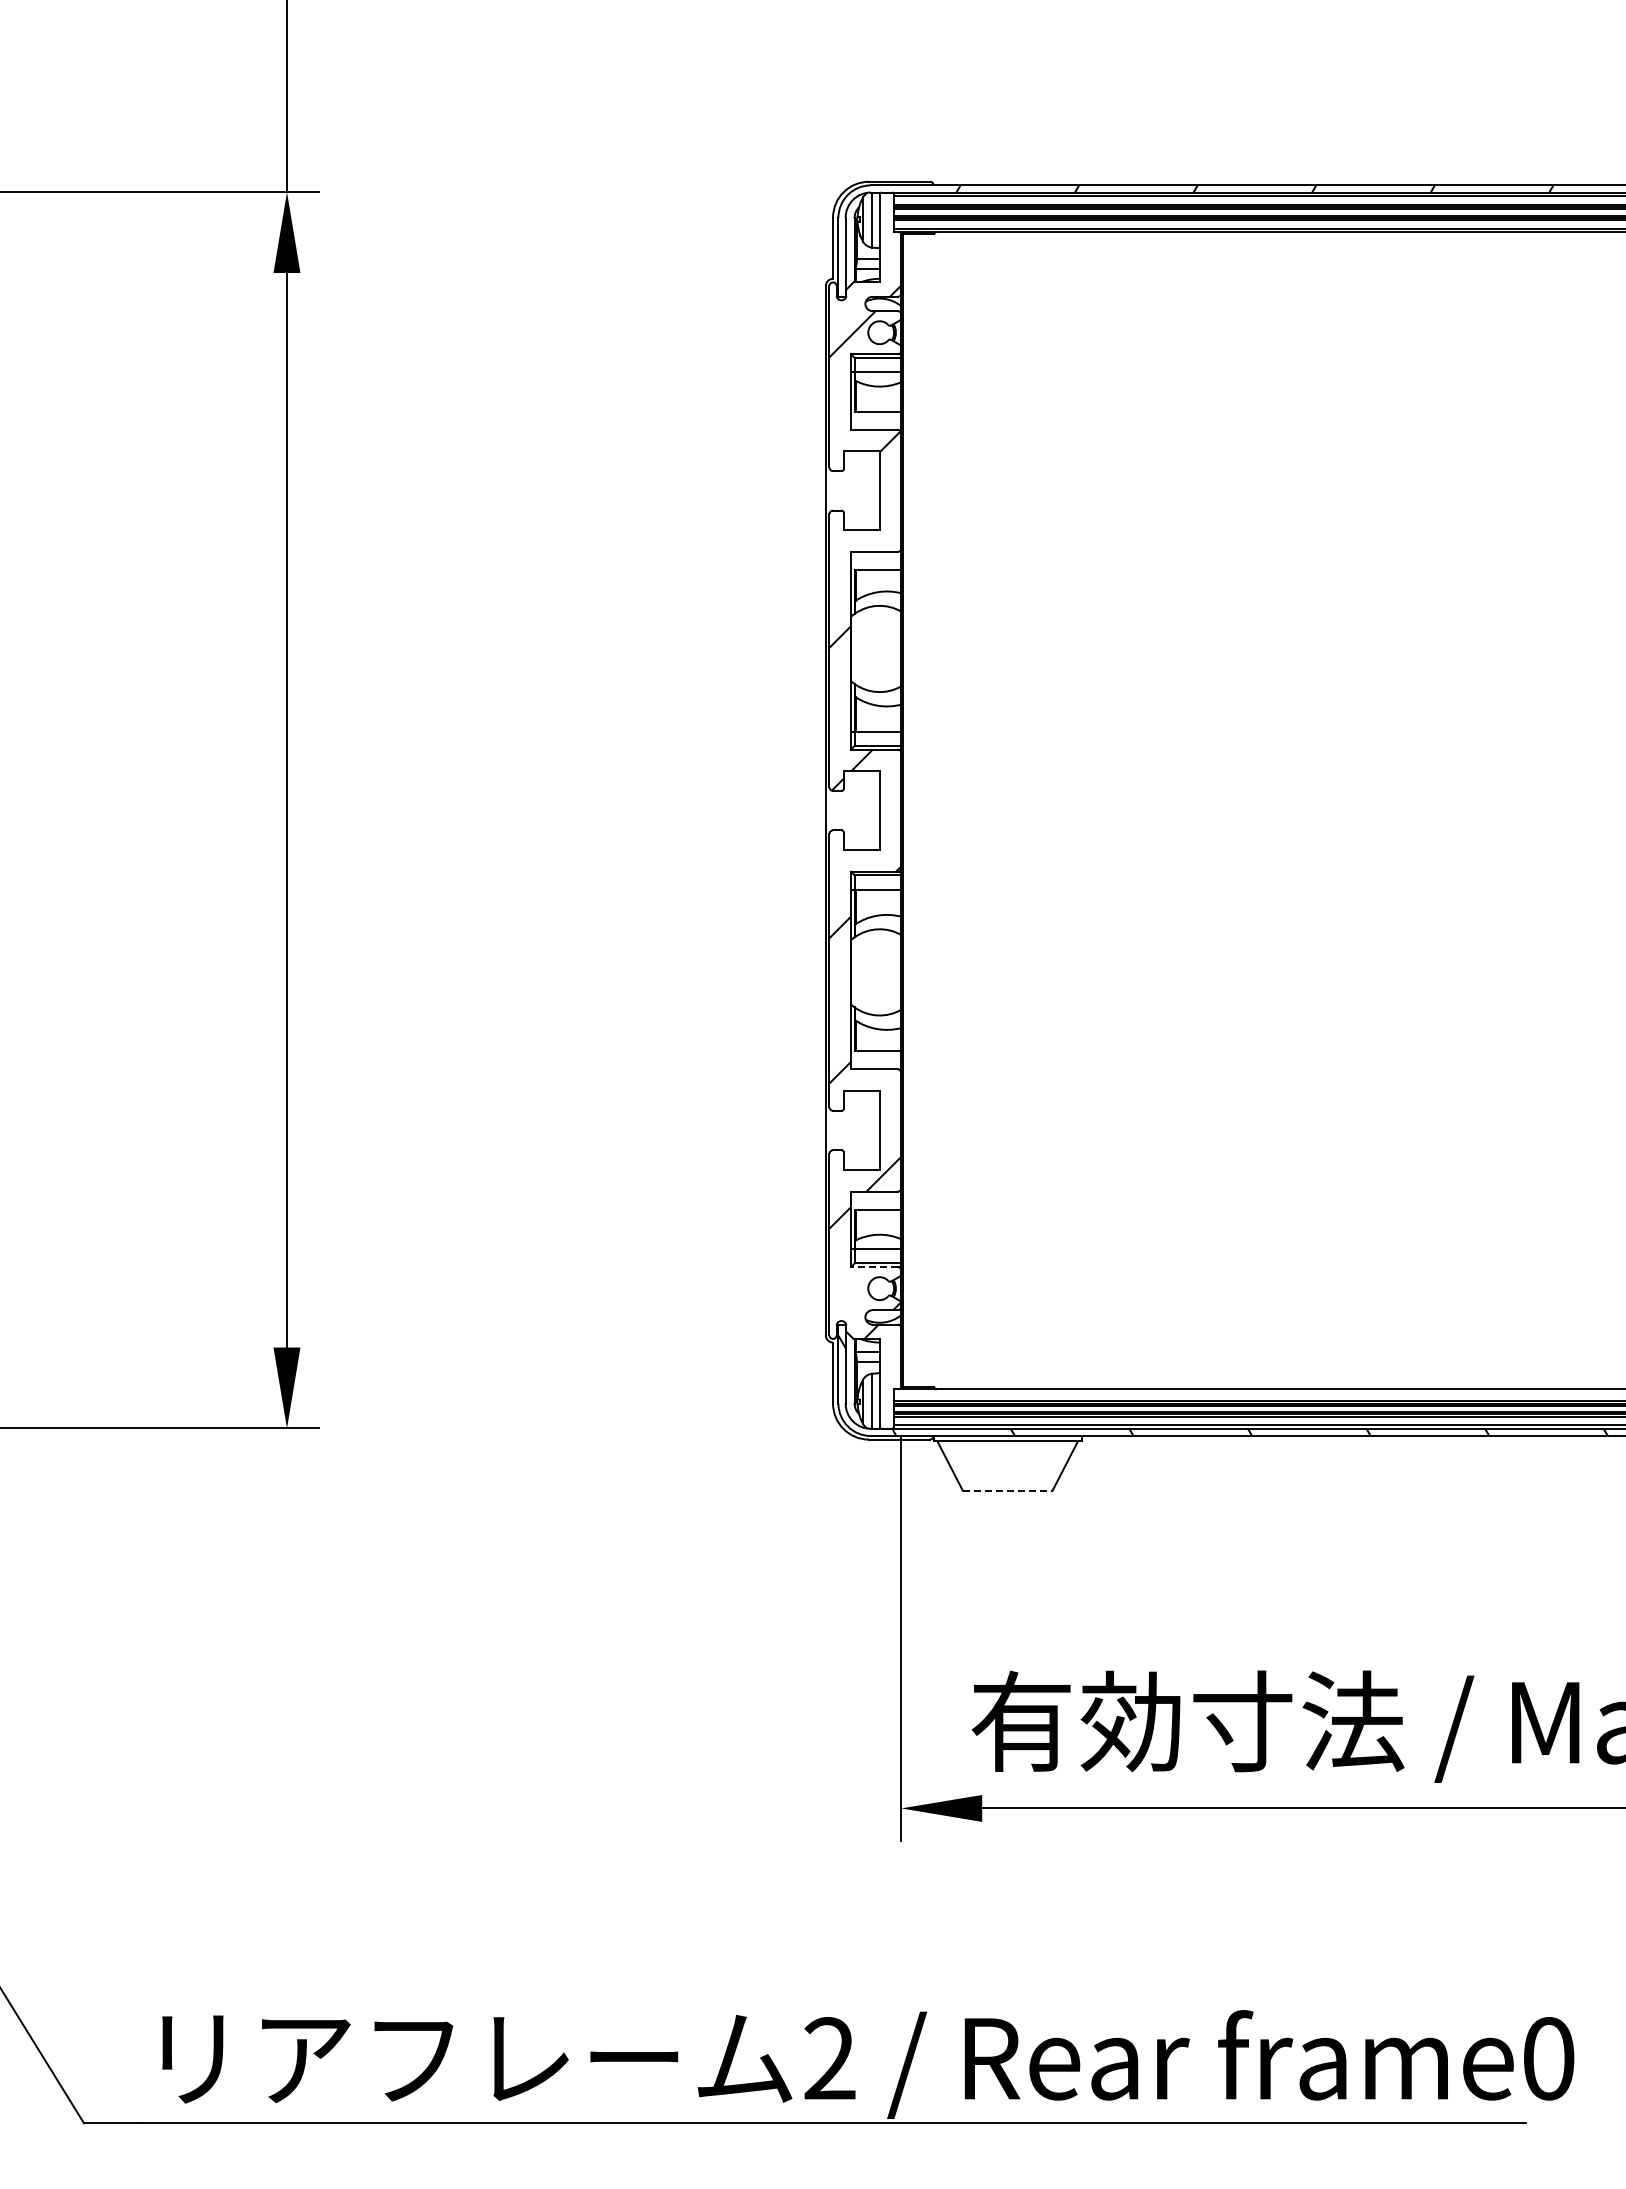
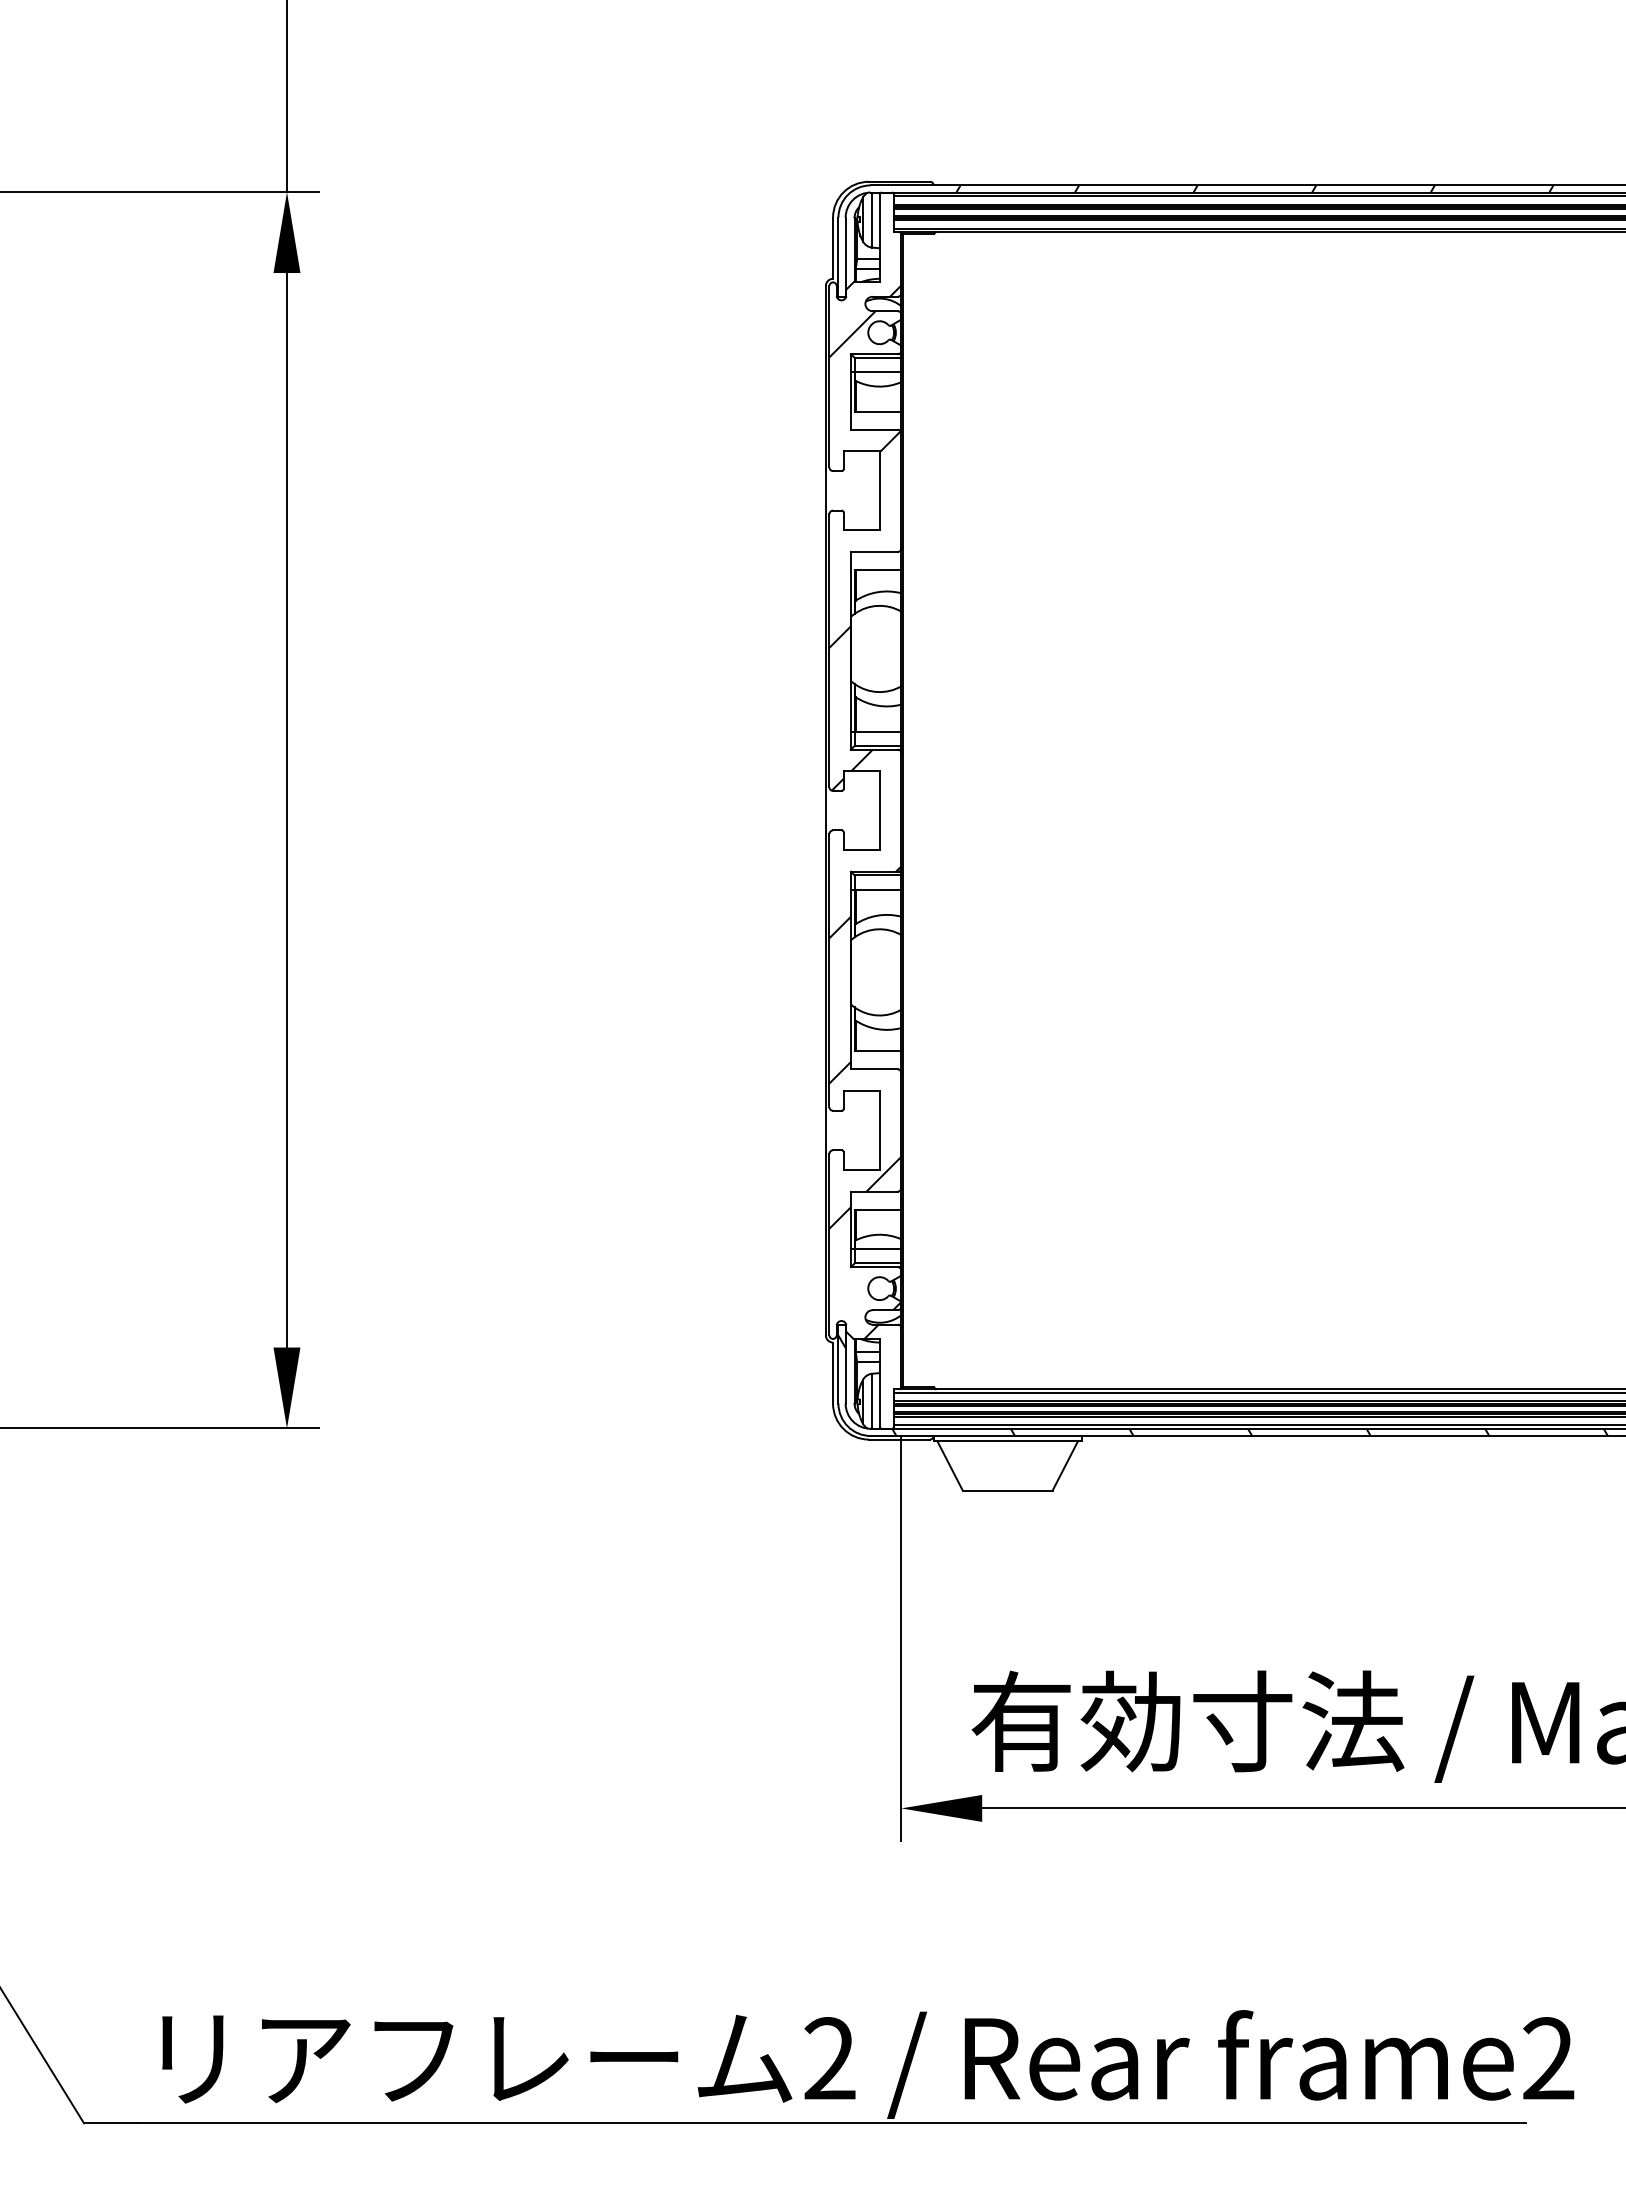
line at (873, 1267): dashed -> solid
line at (1258, 1392): none -> present
line at (1007, 1490): dashed -> solid
text at (1548, 2058): frame0 -> frame2
